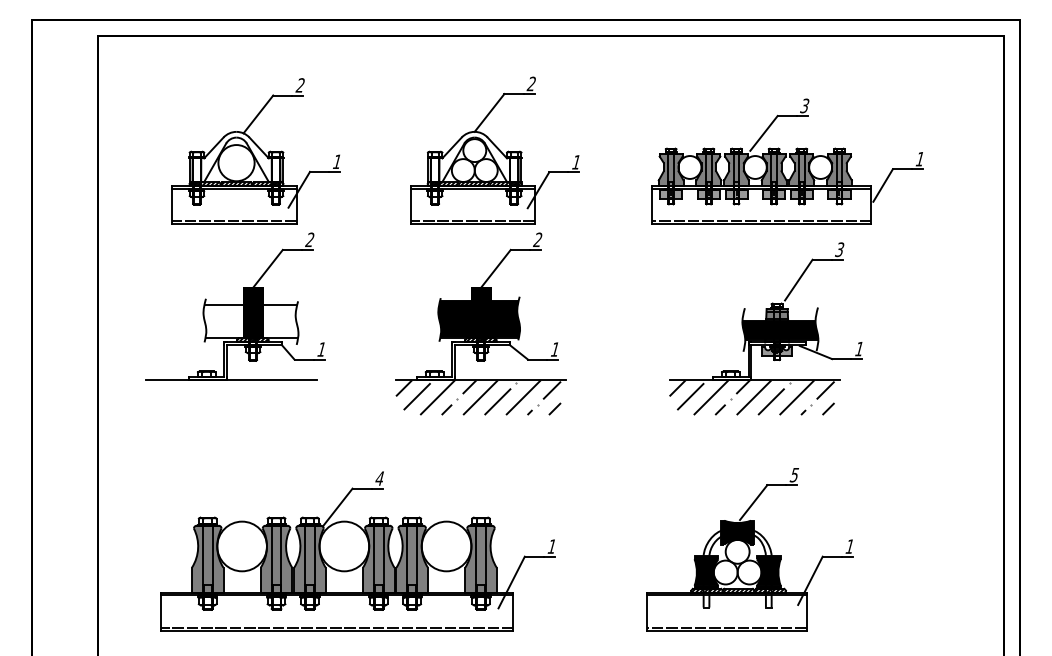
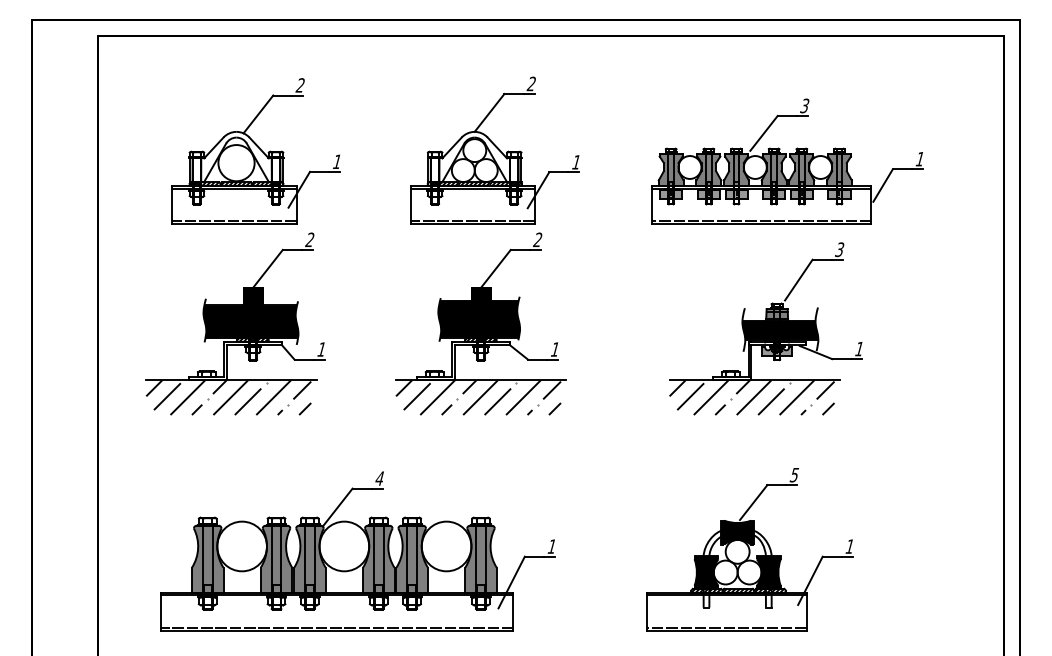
fill at (250, 321): none -> present
hatch at (228, 397): none -> present
